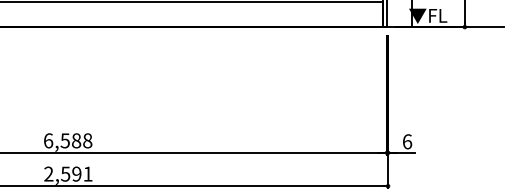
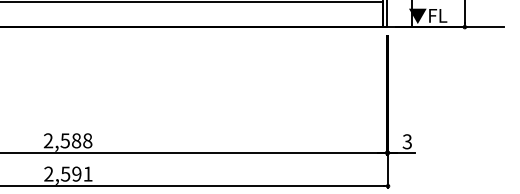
text at (48, 140): 6,588 -> 2,588
text at (407, 141): 6 -> 3
